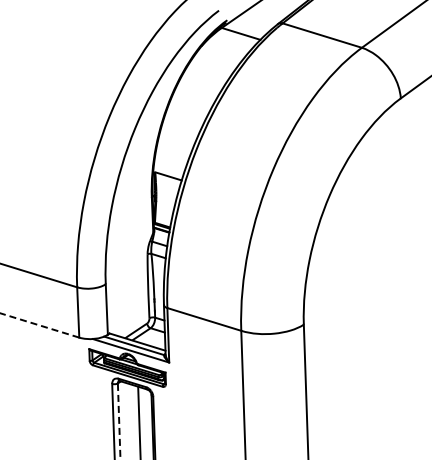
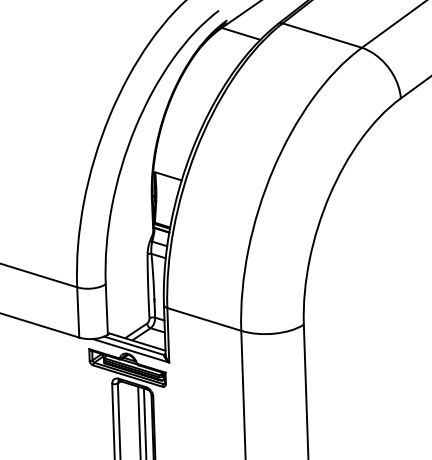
line at (39, 325): dashed -> solid
line at (119, 421): dashed -> solid
line at (144, 422): none -> present
